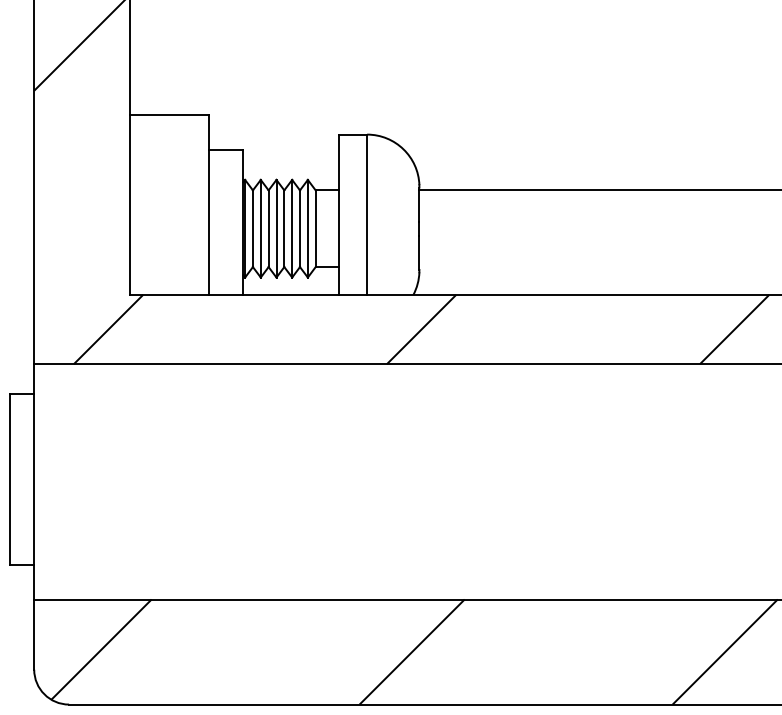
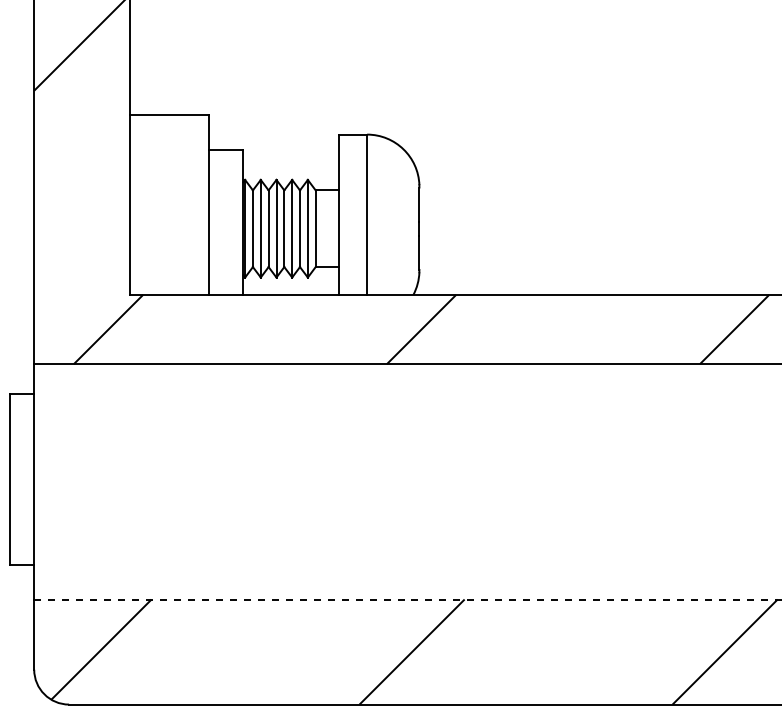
line at (598, 190): present -> none
line at (407, 599): solid -> dashed
